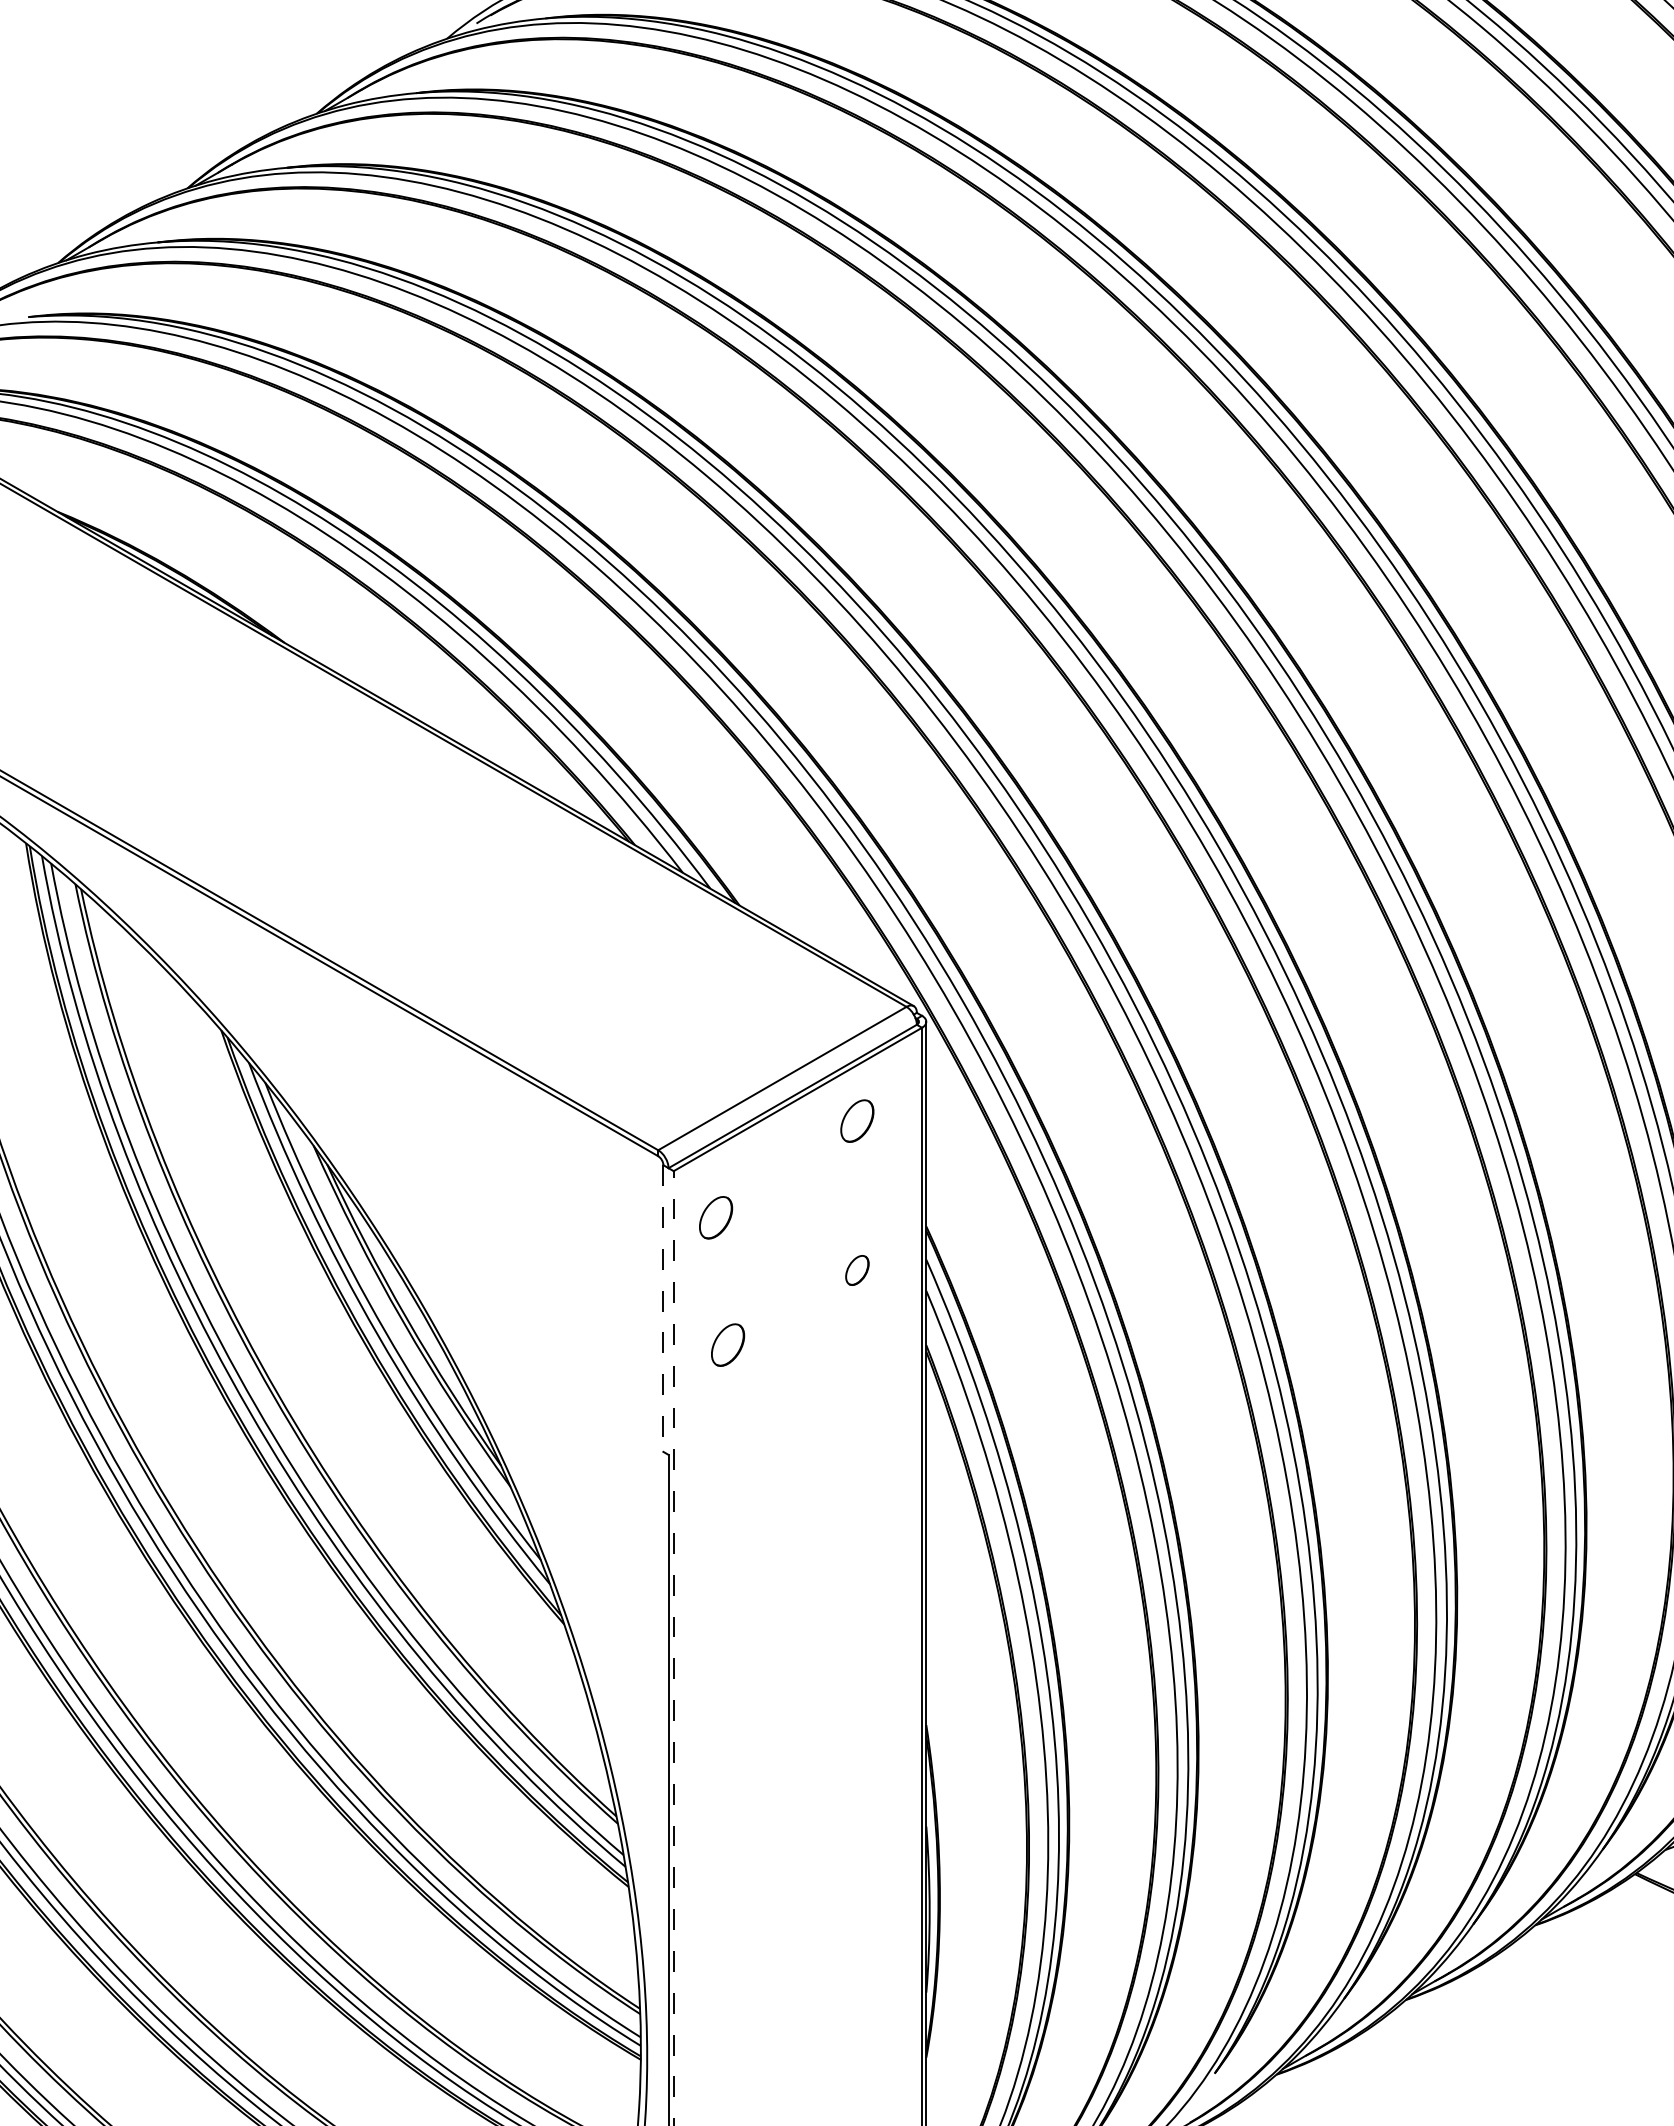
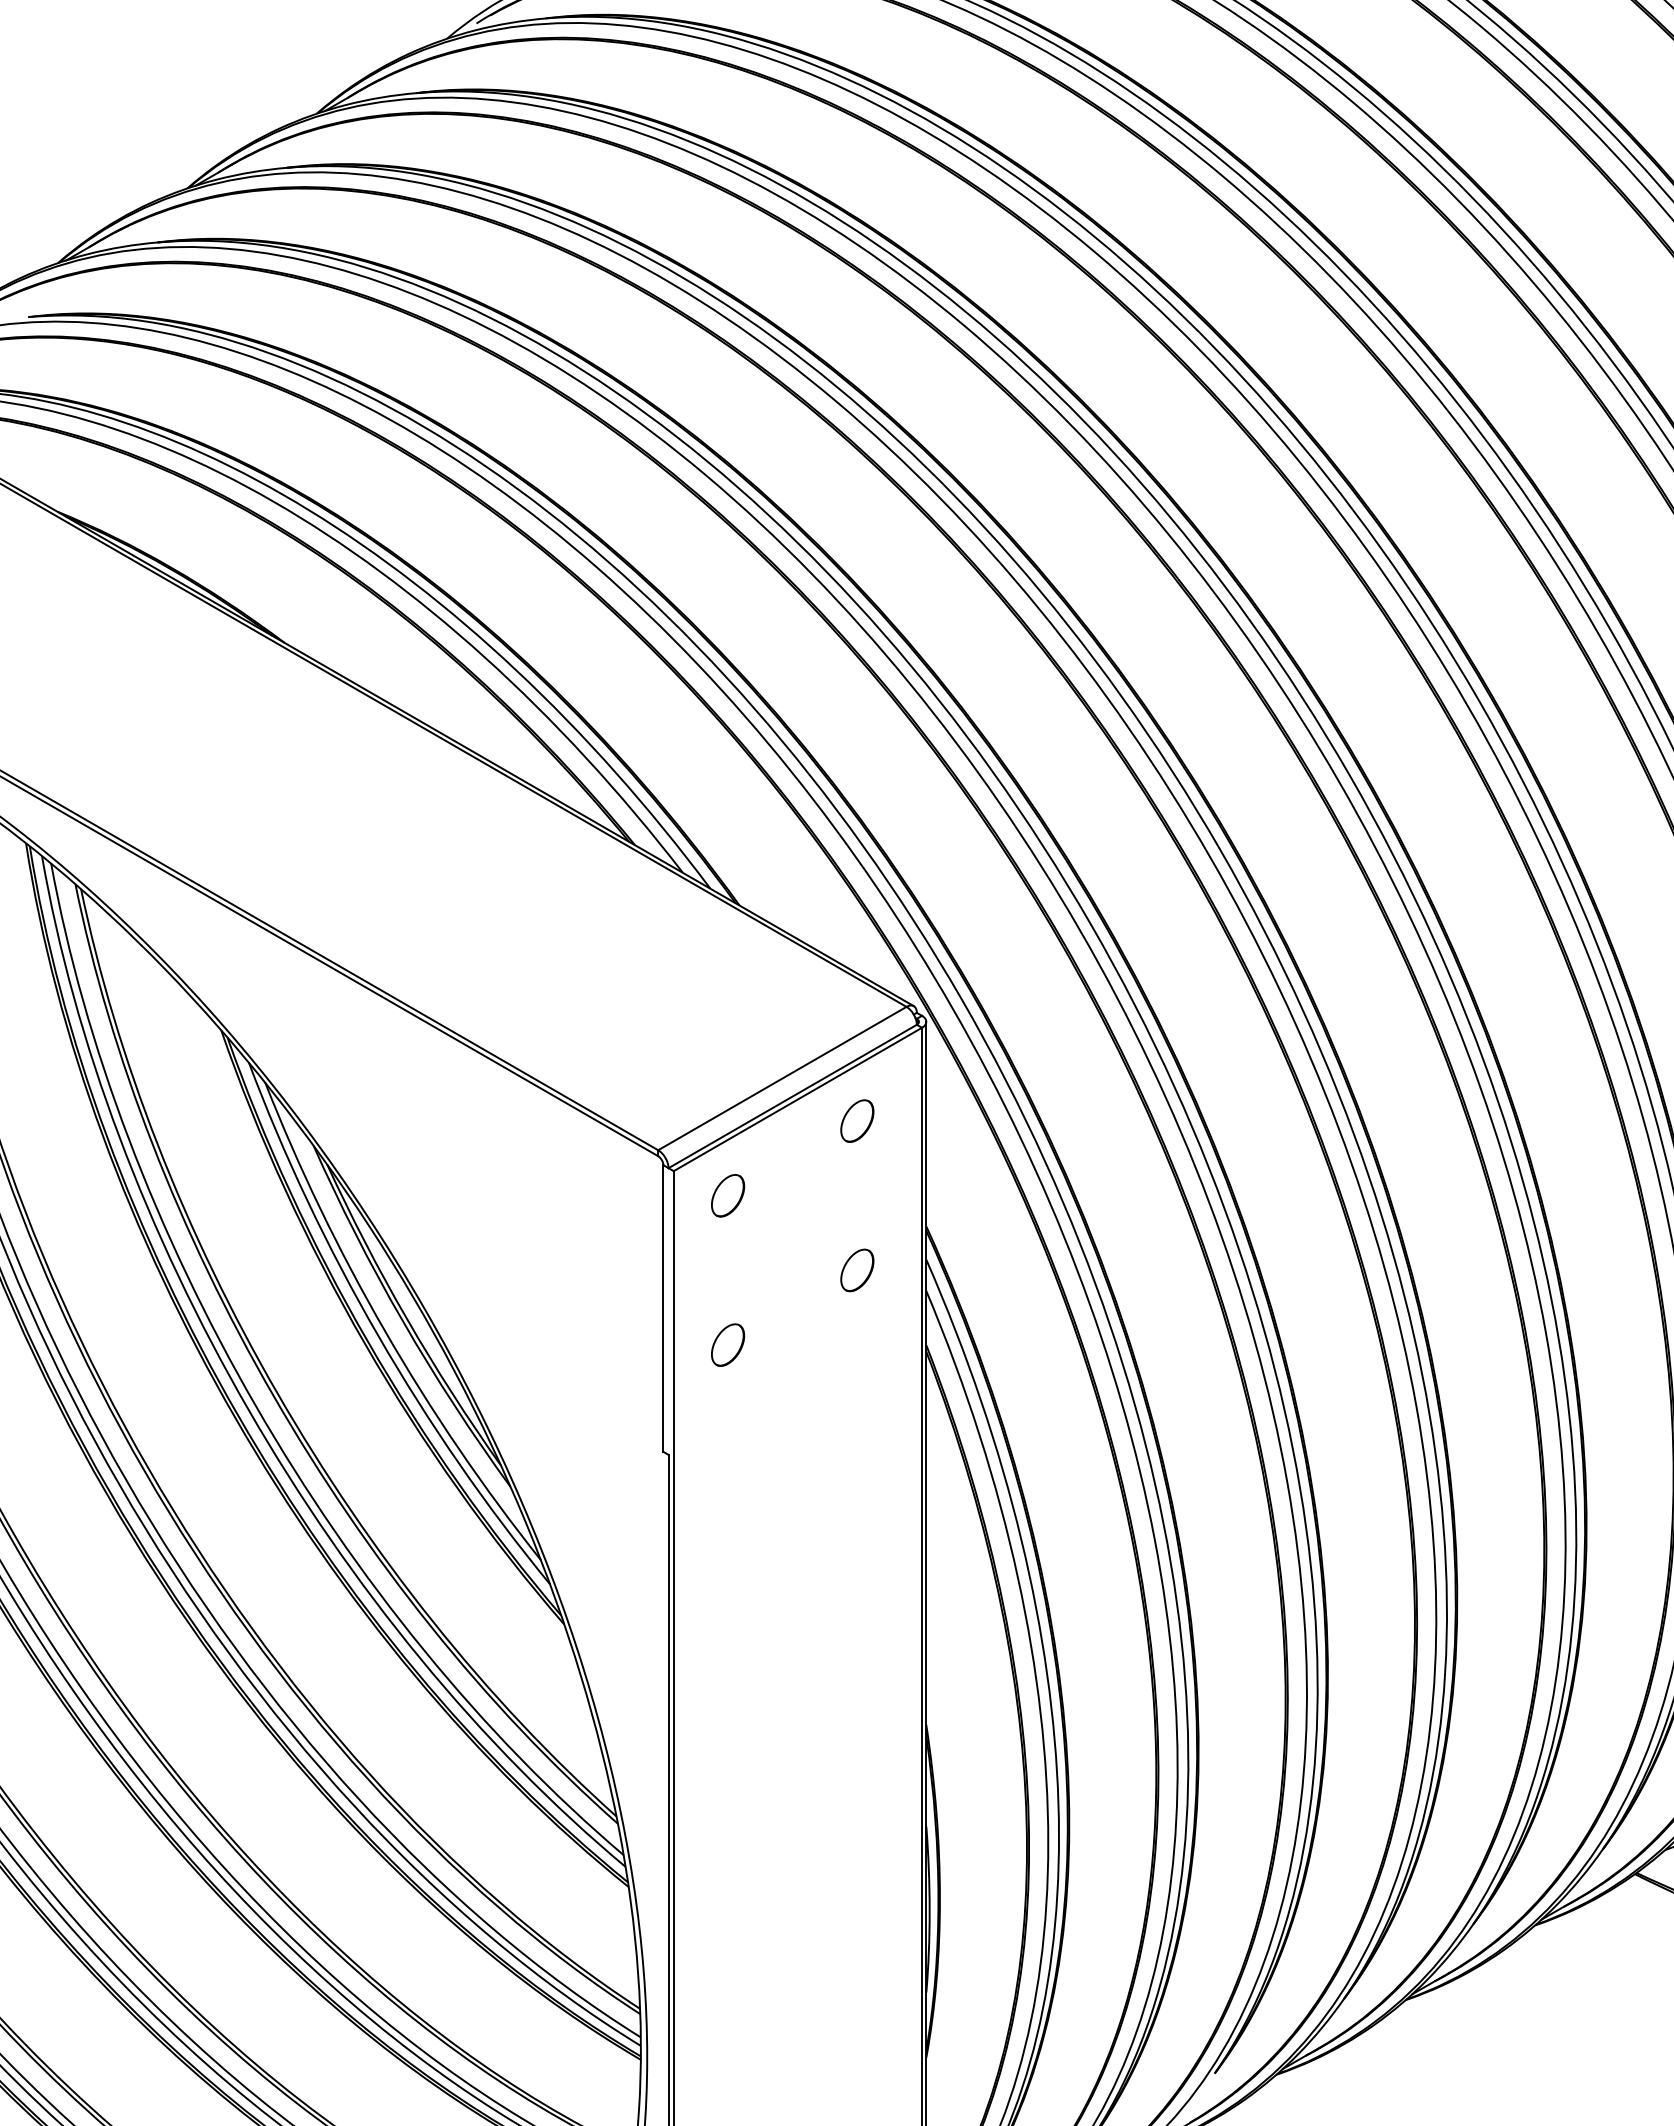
part at (716, 1217) position: (716, 1217) -> (728, 1195)
part at (857, 1270) size: 25x31 px -> 35x45 px
line at (663, 1309): dashed -> solid
line at (673, 1648): dashed -> solid
